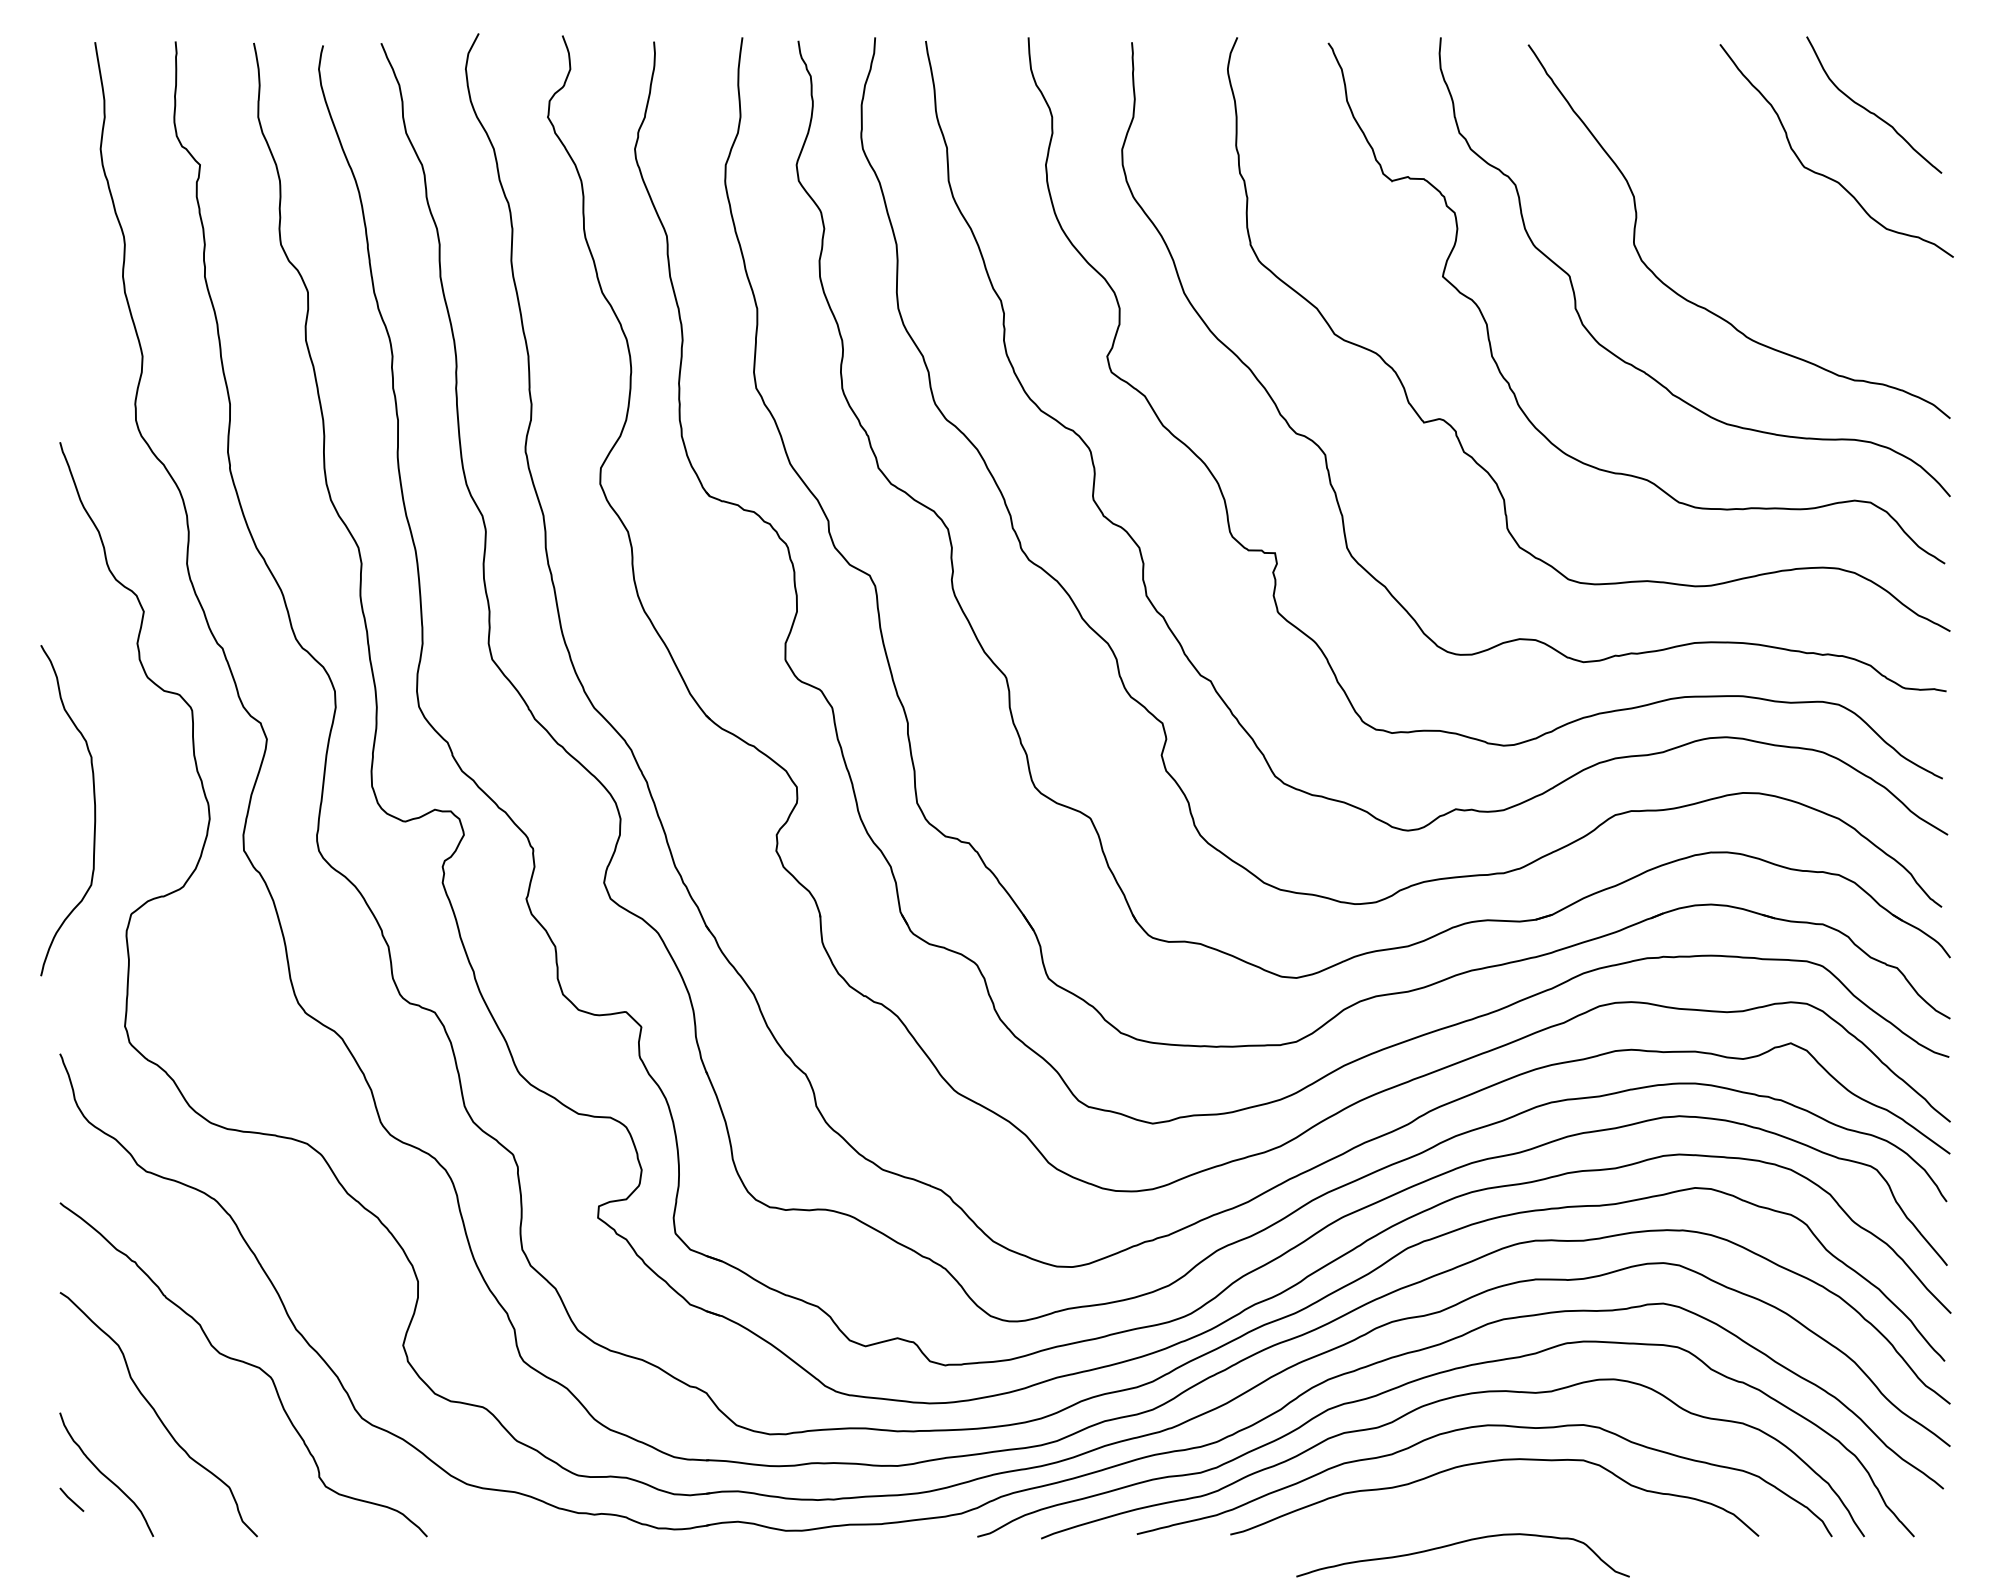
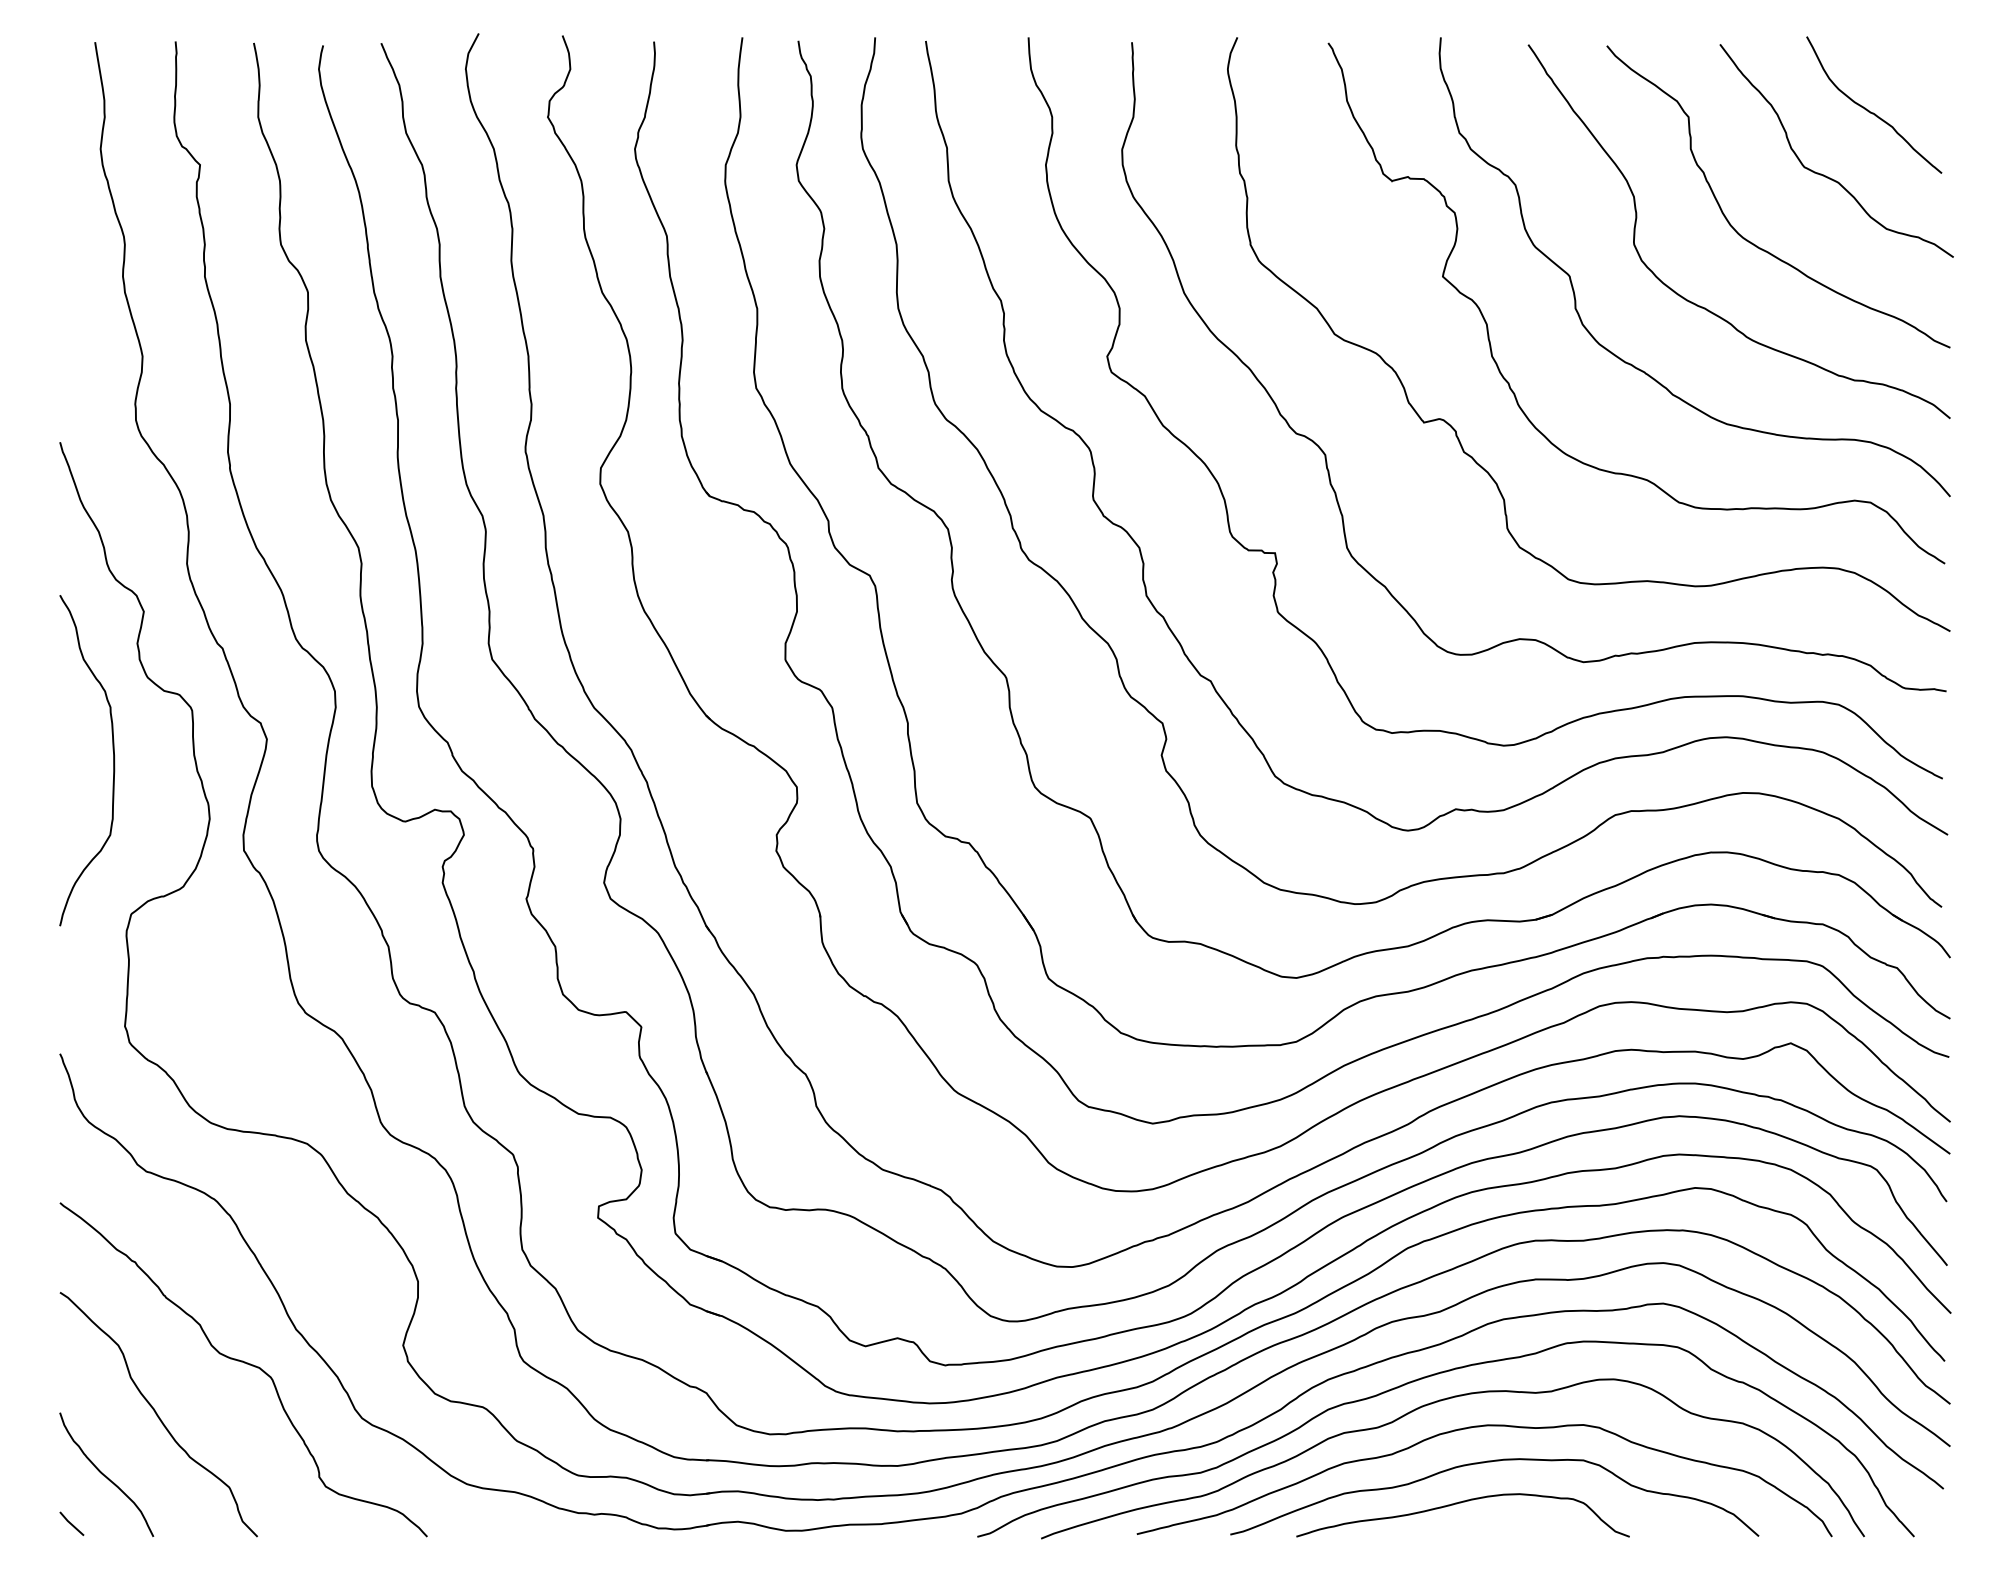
curve at (1749, 240): none -> present
curve at (94, 810) position: (94, 810) -> (113, 760)
line at (71, 1499) position: (71, 1499) -> (71, 1523)
curve at (1461, 1543) position: (1461, 1543) -> (1461, 1503)
